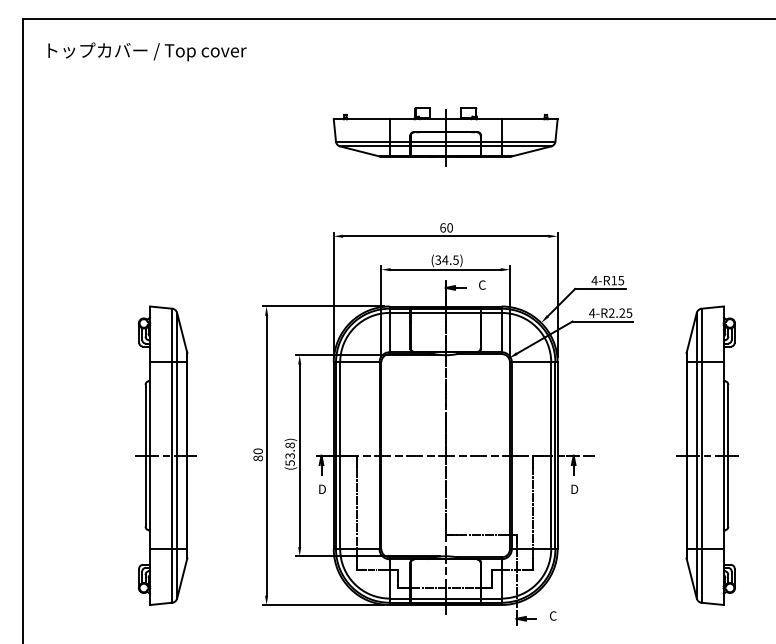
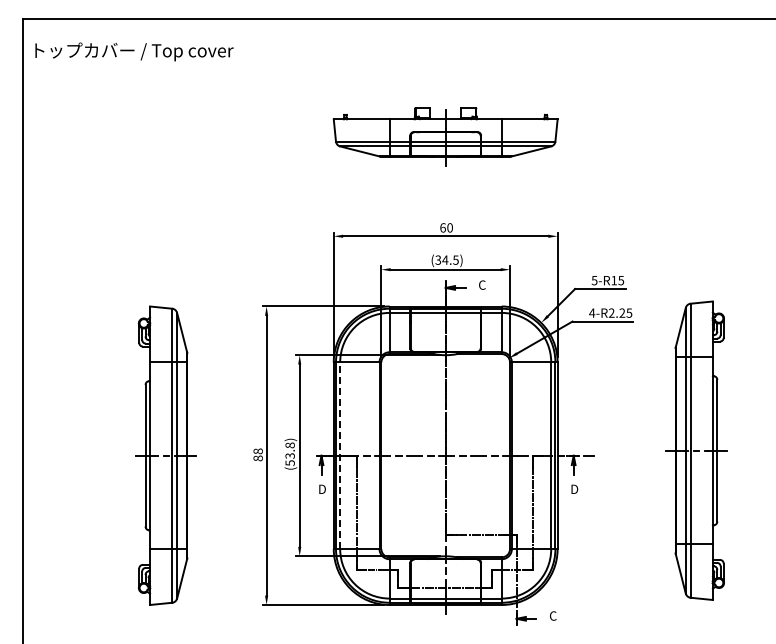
text at (147, 51) position: (147, 51) -> (134, 51)
text at (594, 280): 4-R15 -> 5-R15
text at (258, 451): 80 -> 88
line at (340, 455): solid -> dashed
part at (707, 455) position: (707, 455) -> (696, 450)
